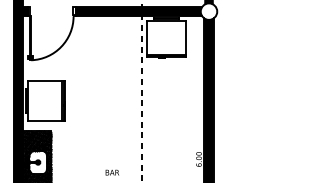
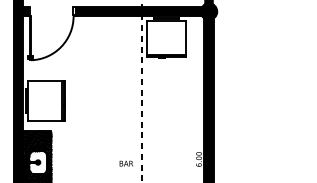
hatch at (208, 11): none -> present
text at (112, 172) position: (112, 172) -> (126, 163)
